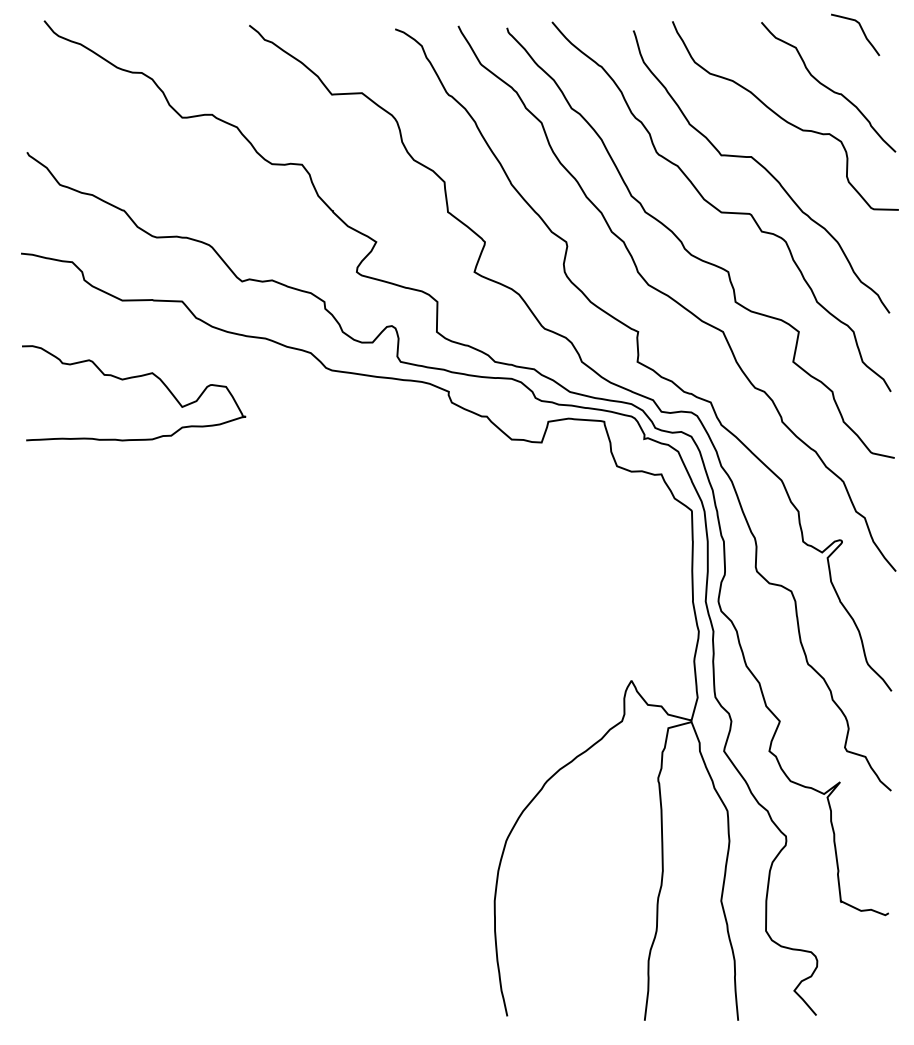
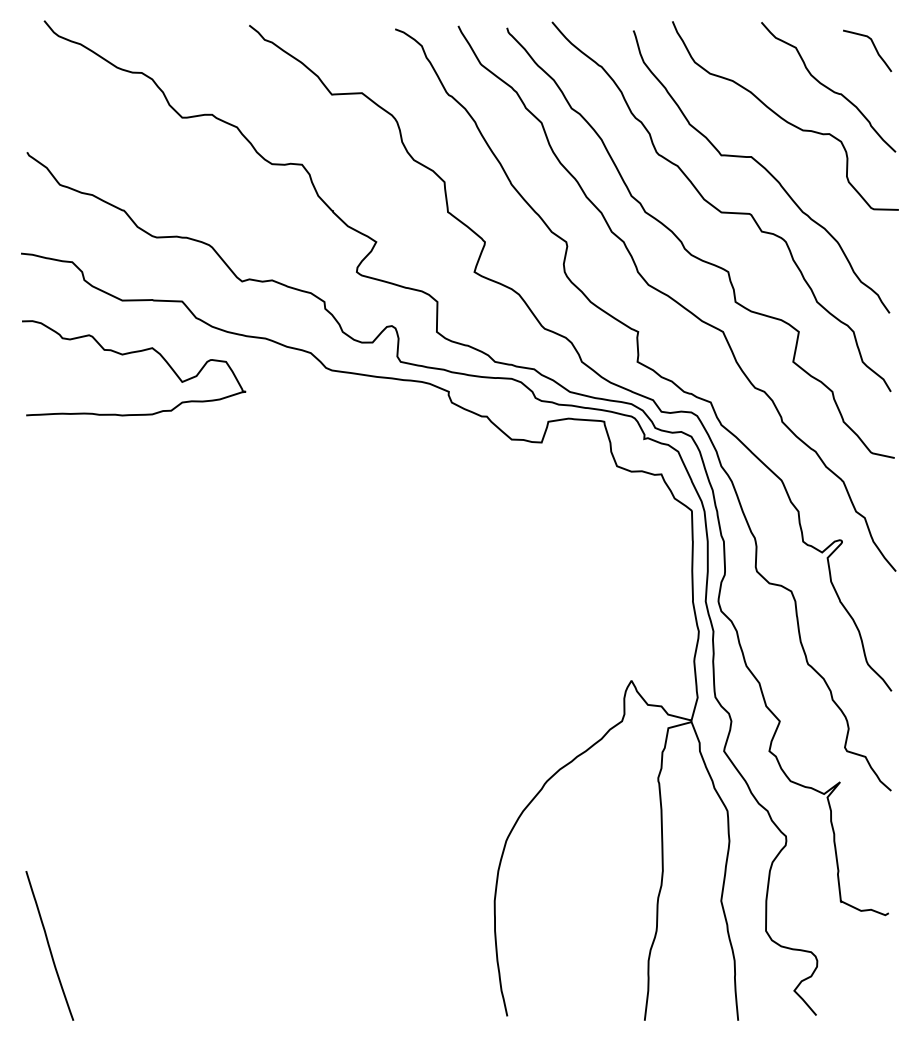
curve at (861, 30) position: (861, 30) -> (873, 46)
curve at (133, 378) position: (133, 378) -> (133, 353)
curve at (49, 945): none -> present
